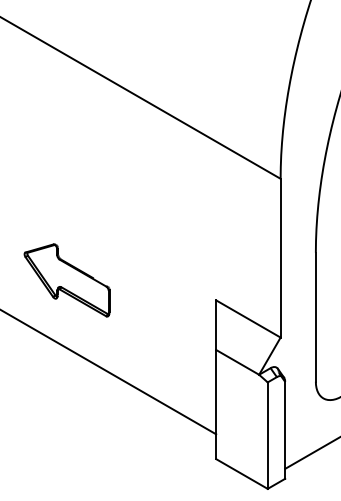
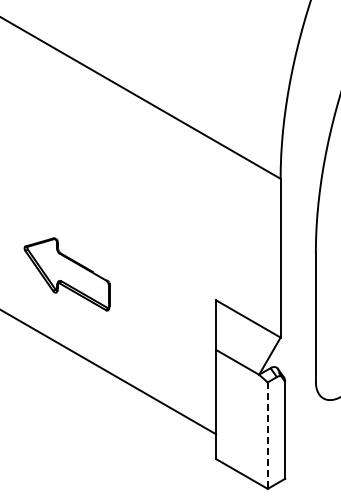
part at (66, 280) position: (66, 280) -> (66, 274)
line at (267, 436): solid -> dashed
line at (311, 453): present -> none
